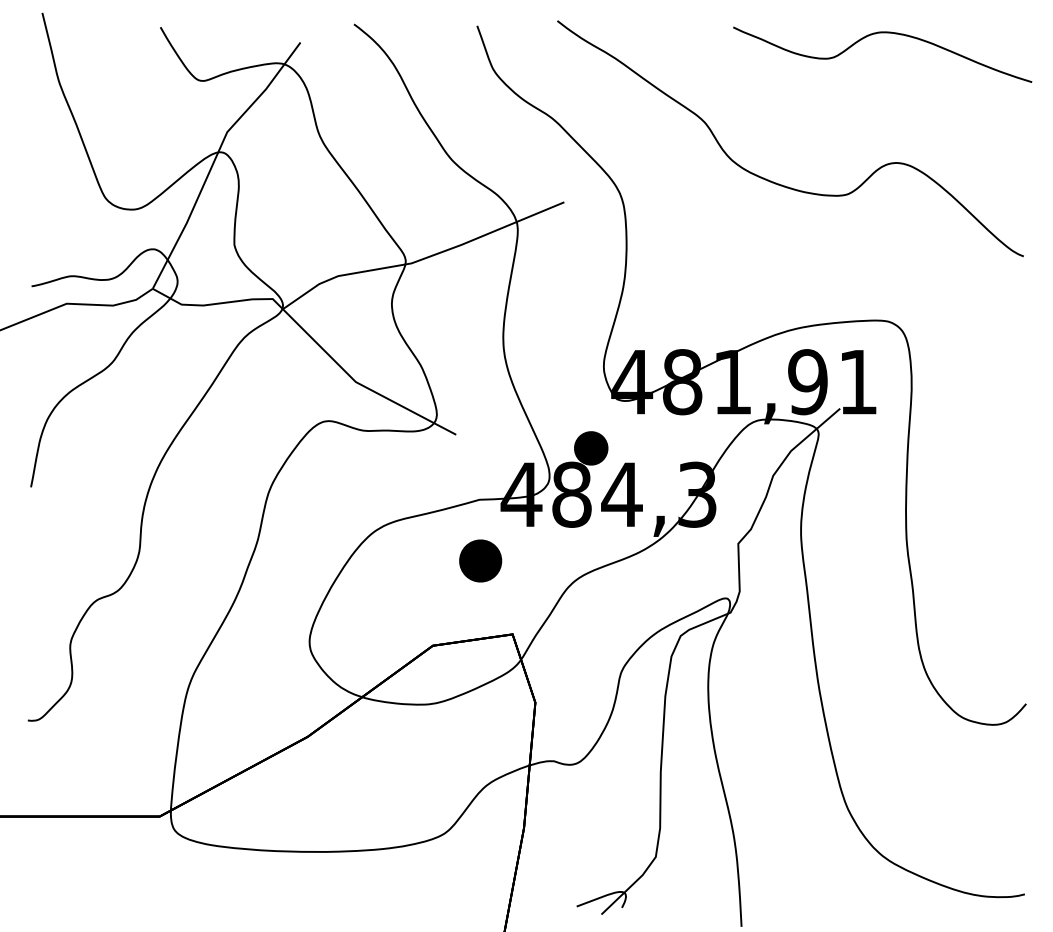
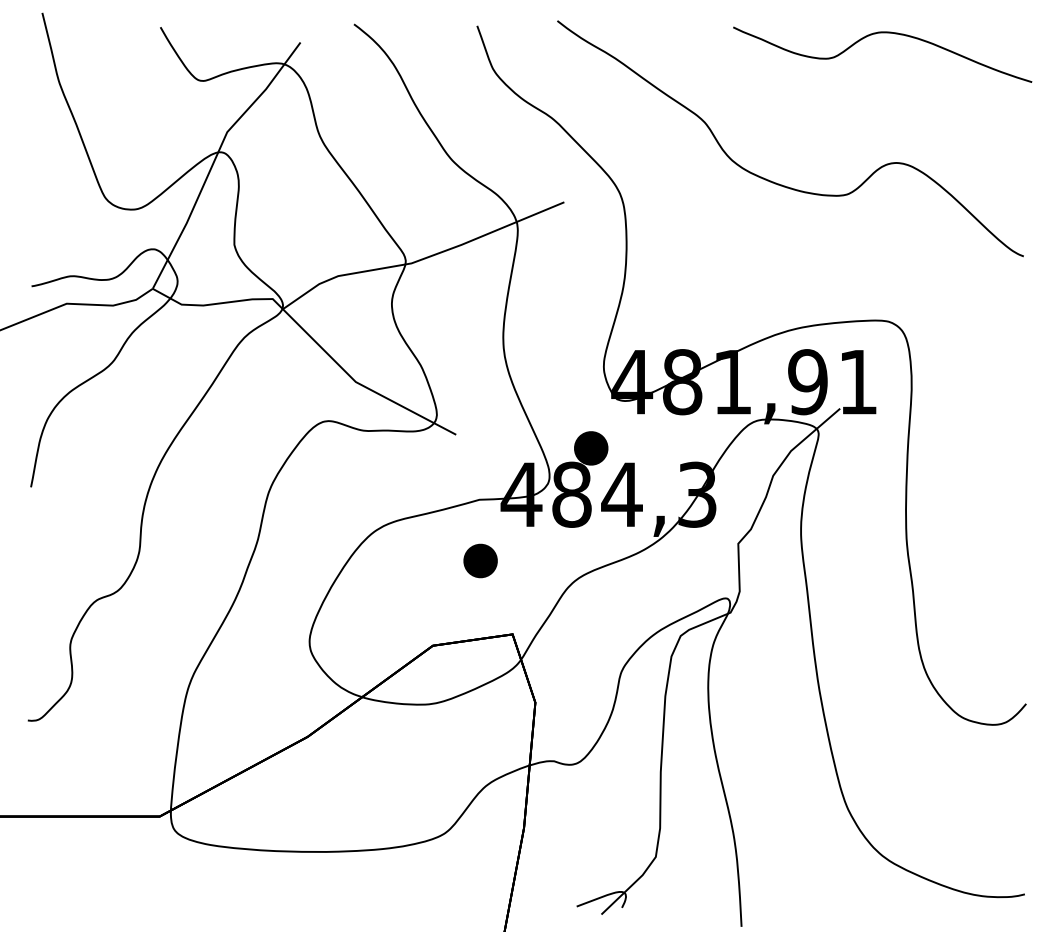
part at (480, 560) size: 44x44 px -> 35x36 px
